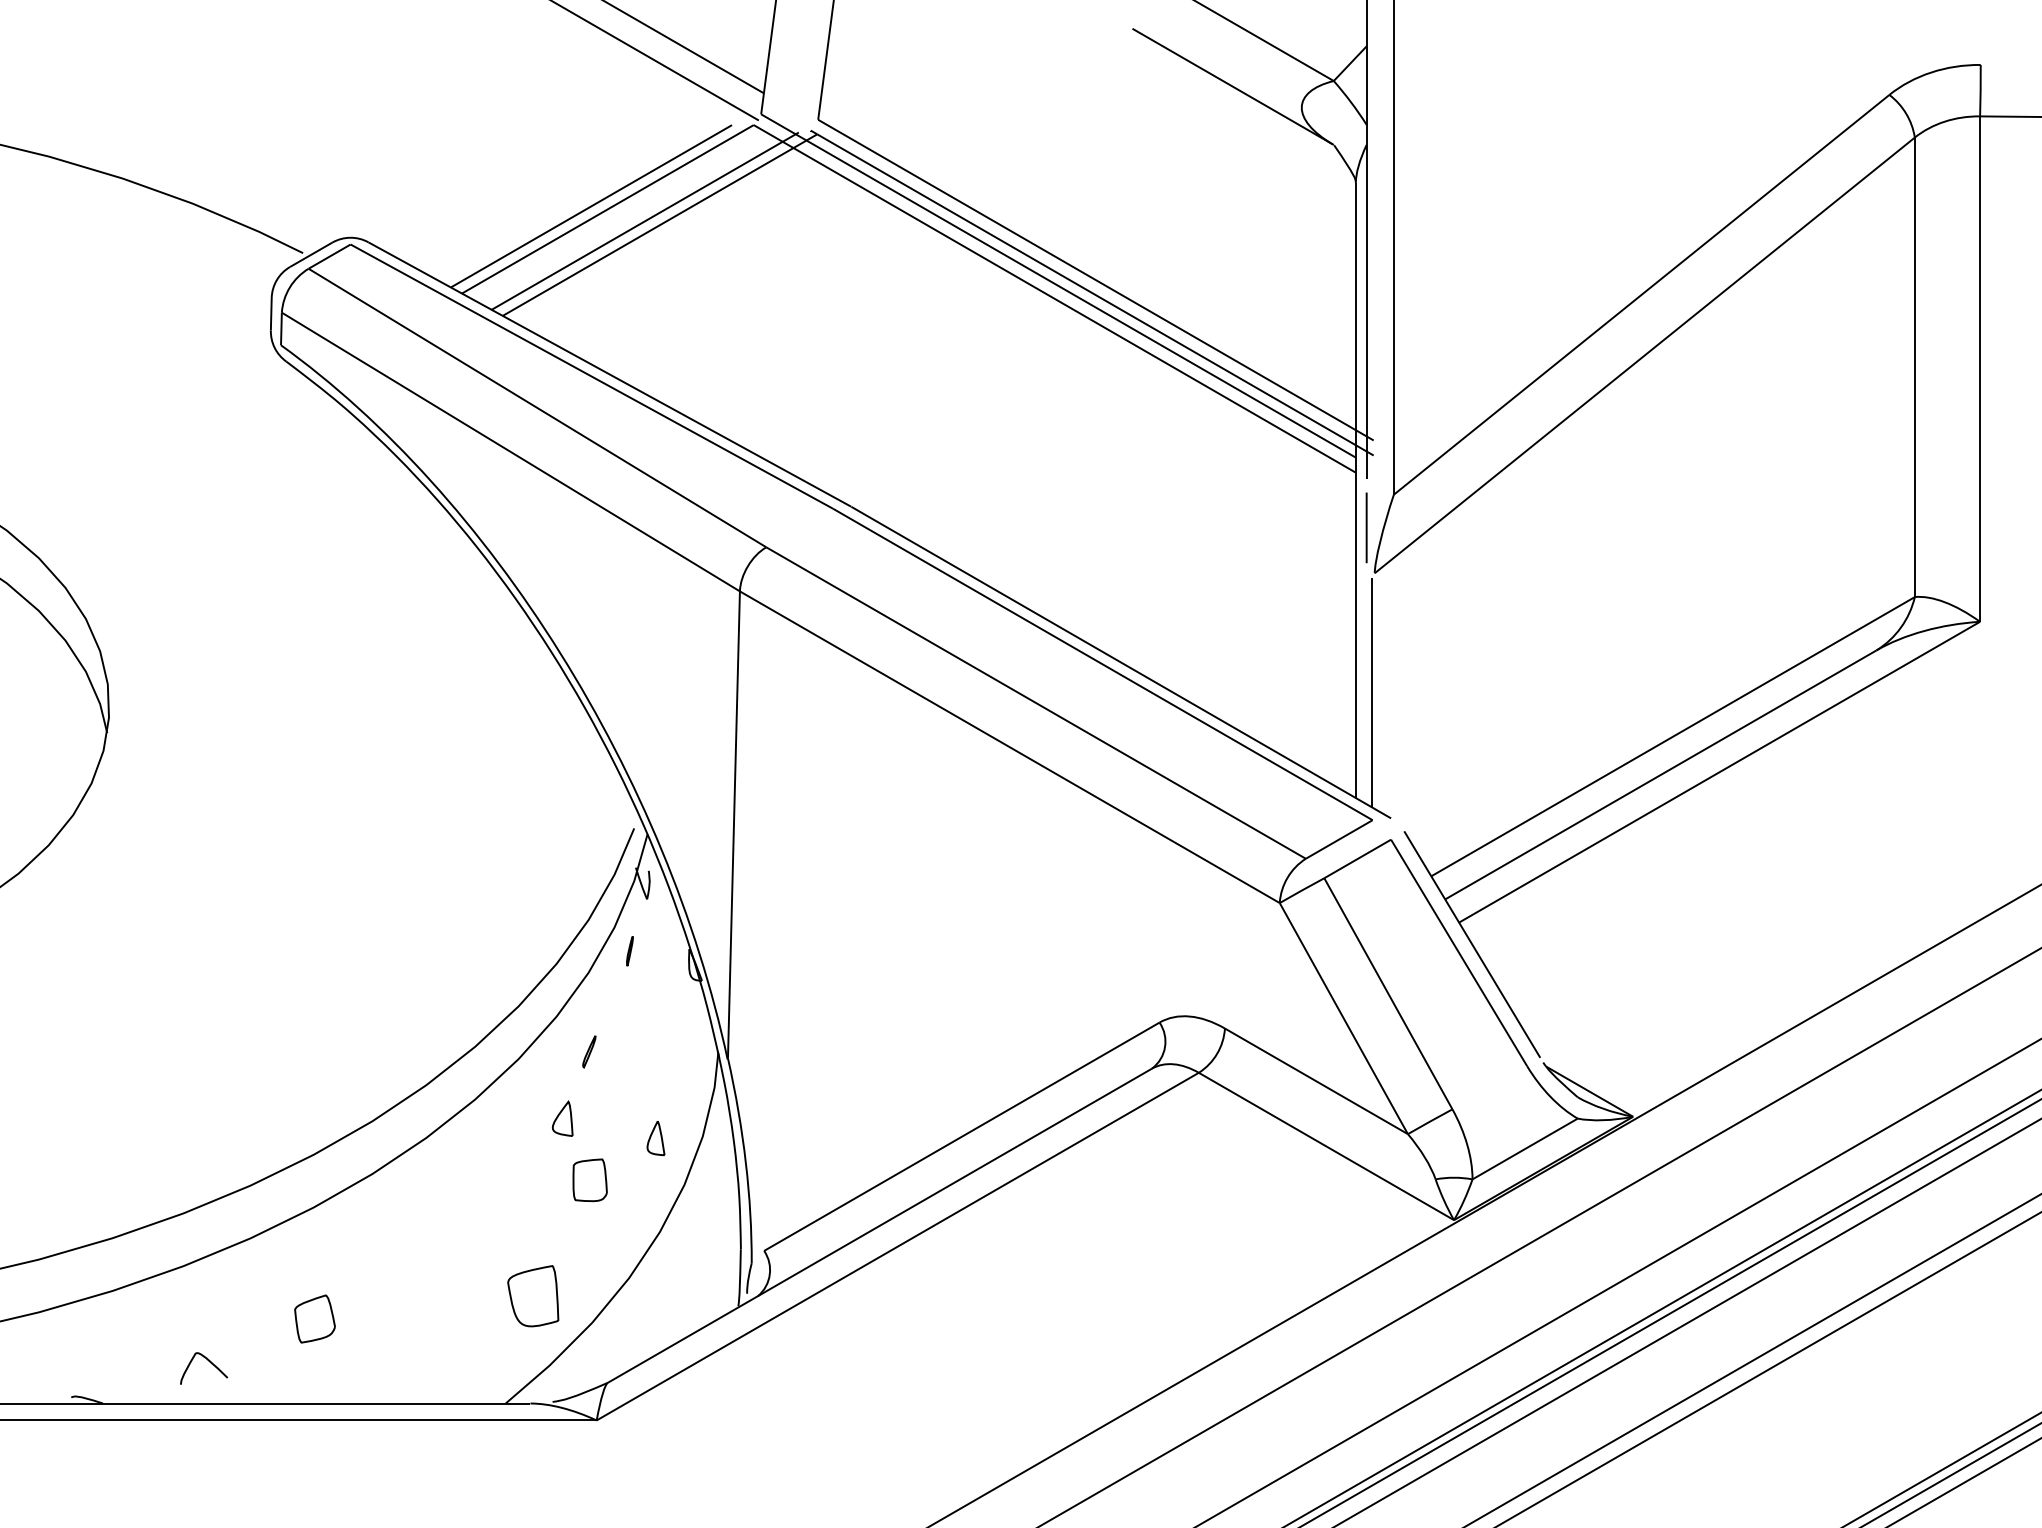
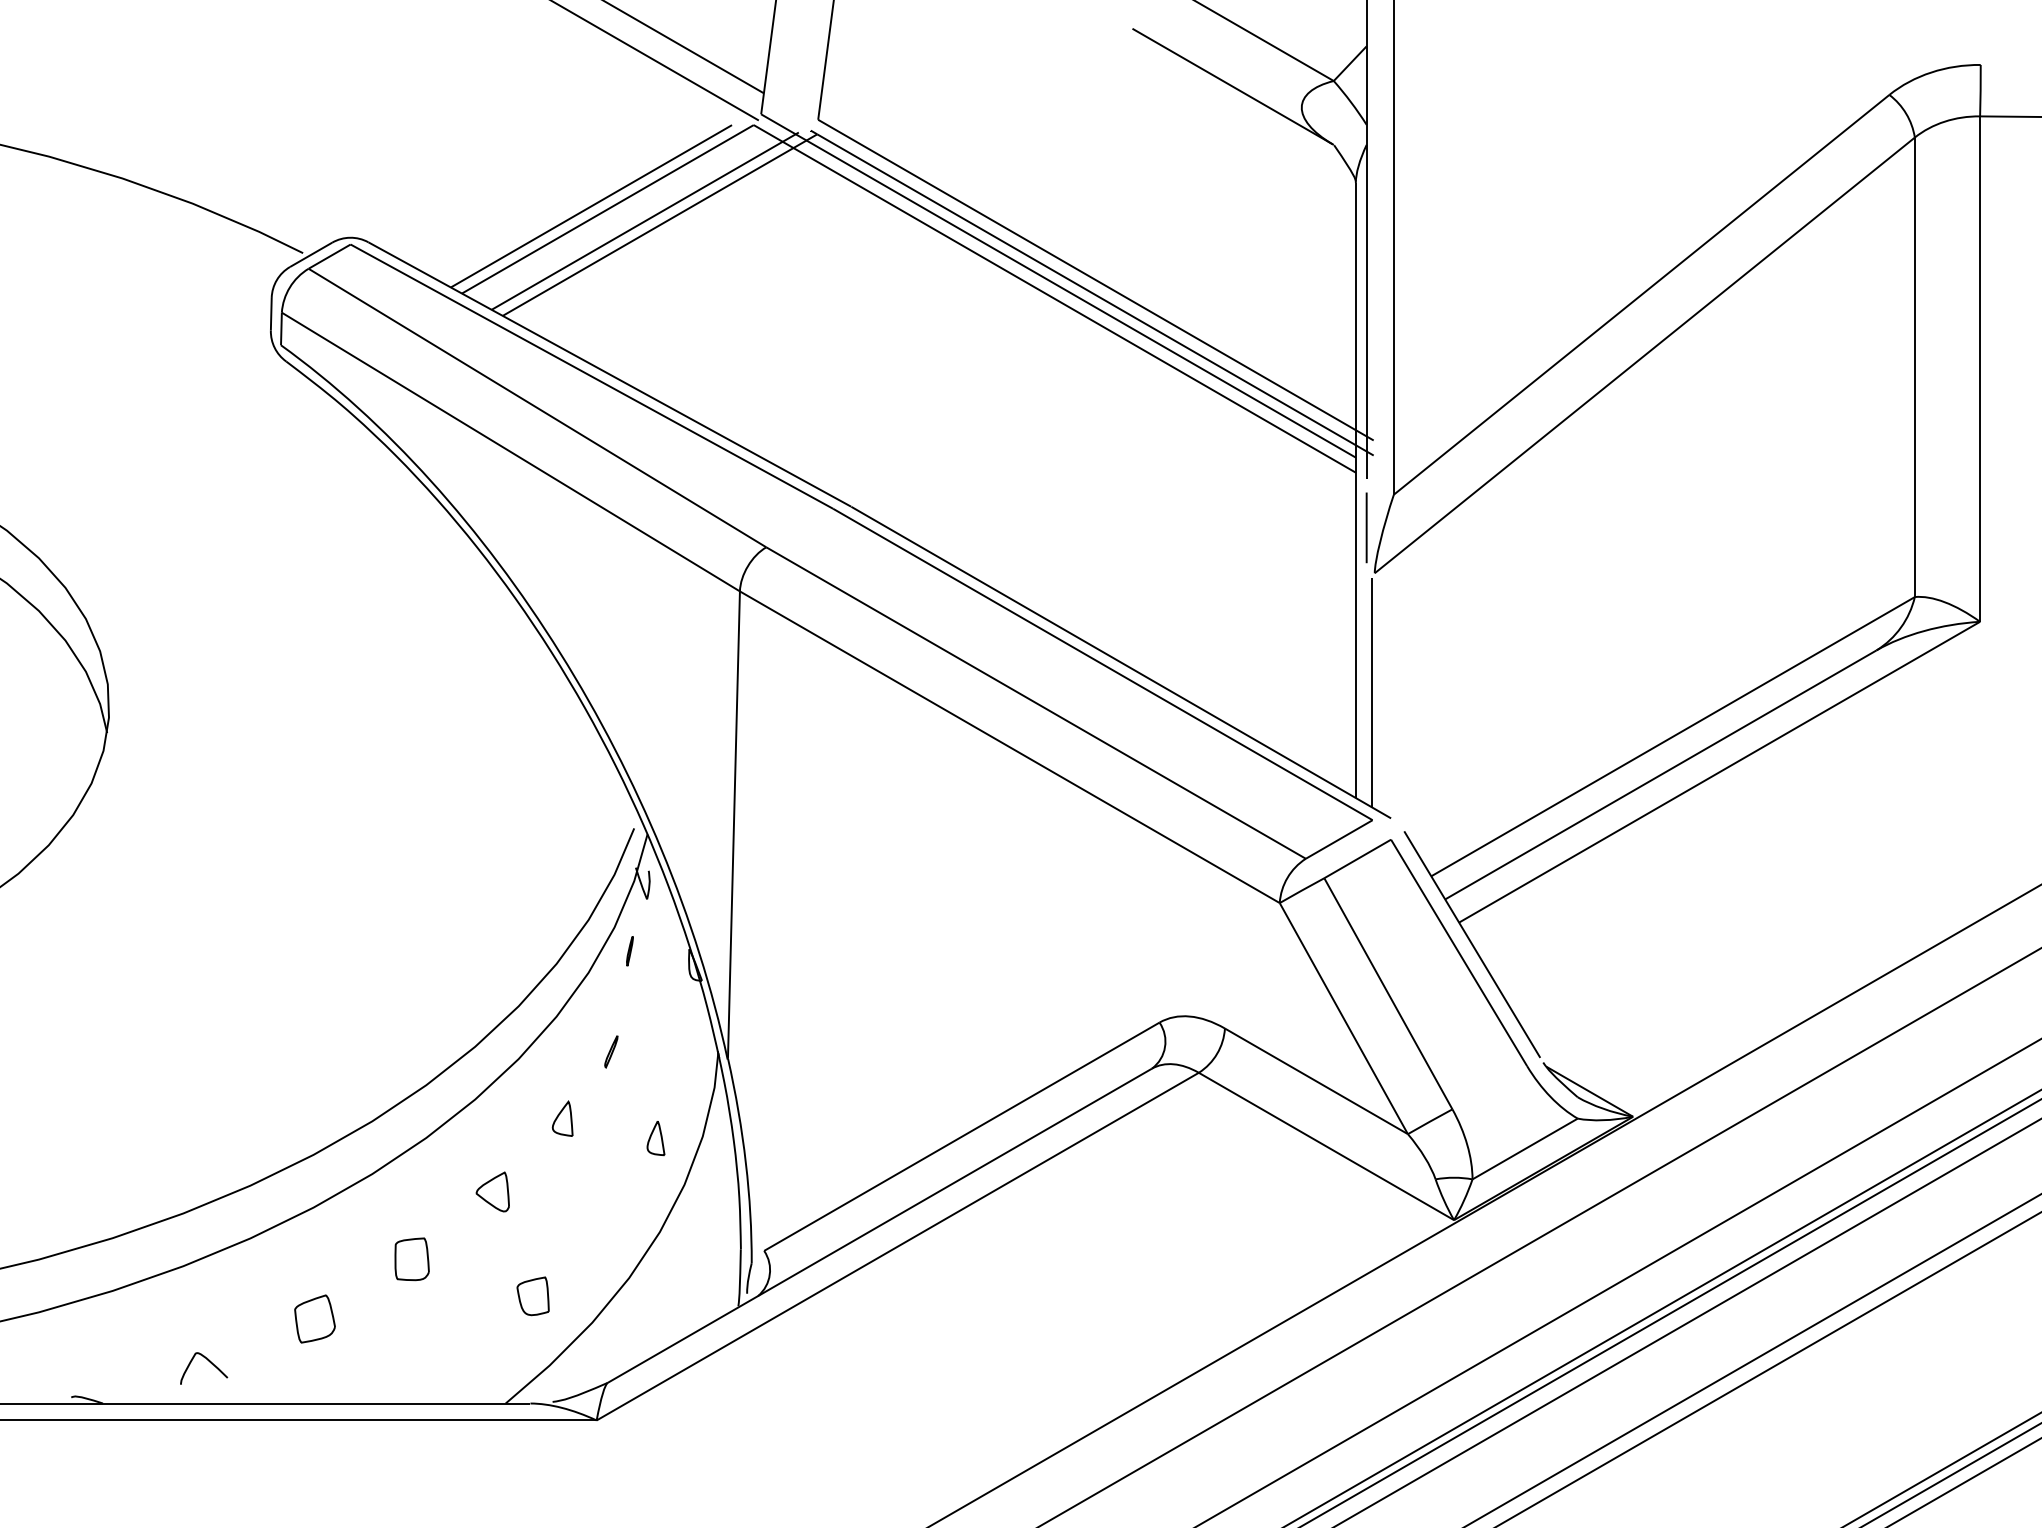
part at (589, 1051) position: (589, 1051) -> (611, 1051)
part at (589, 1180) position: (589, 1180) -> (411, 1259)
part at (492, 1191): none -> present
part at (533, 1296) size: 53x63 px -> 34x41 px
